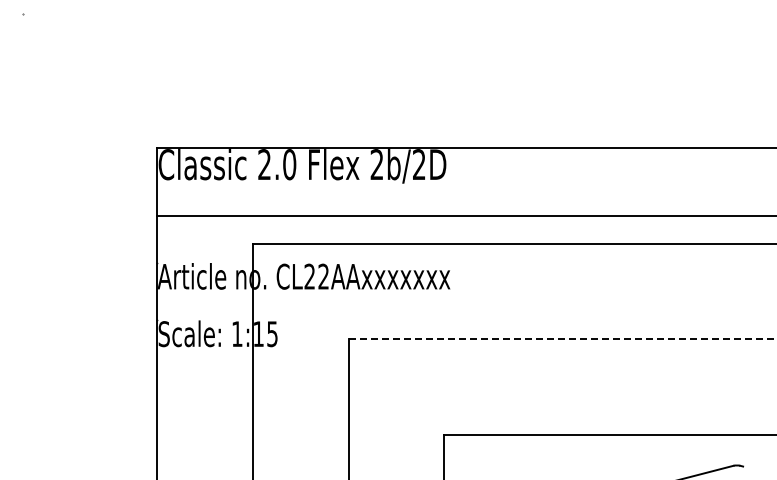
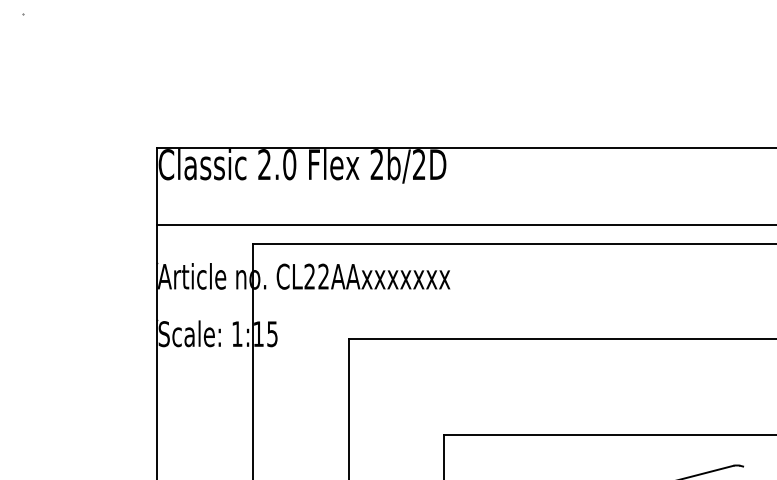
line at (465, 215) position: (465, 215) -> (465, 224)
line at (562, 339): dashed -> solid
